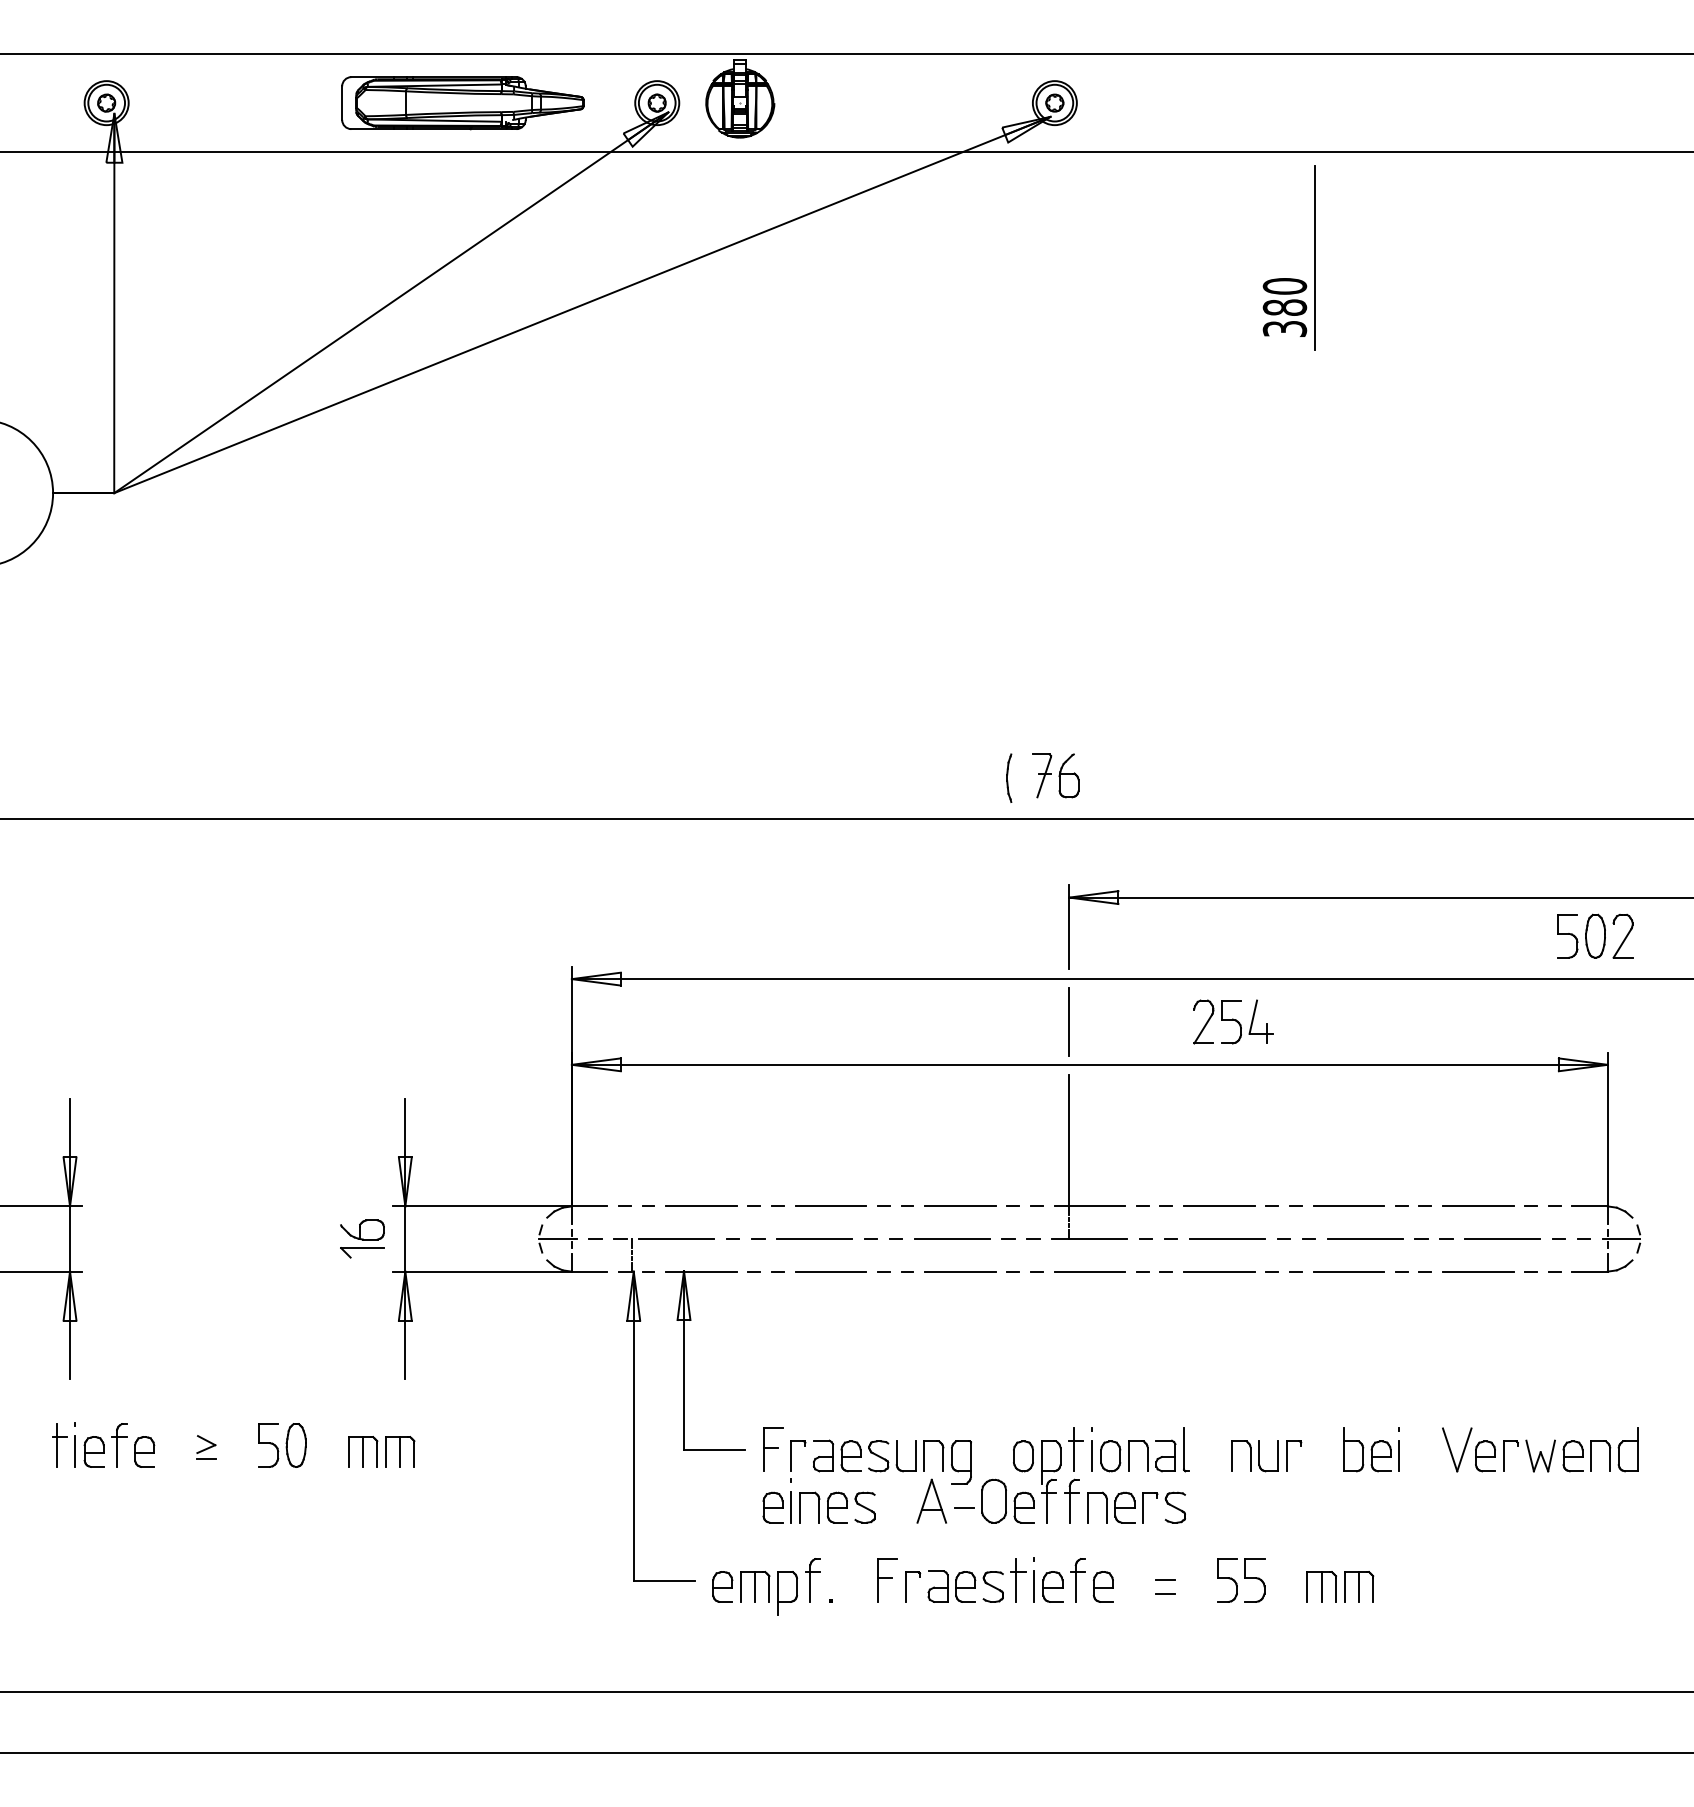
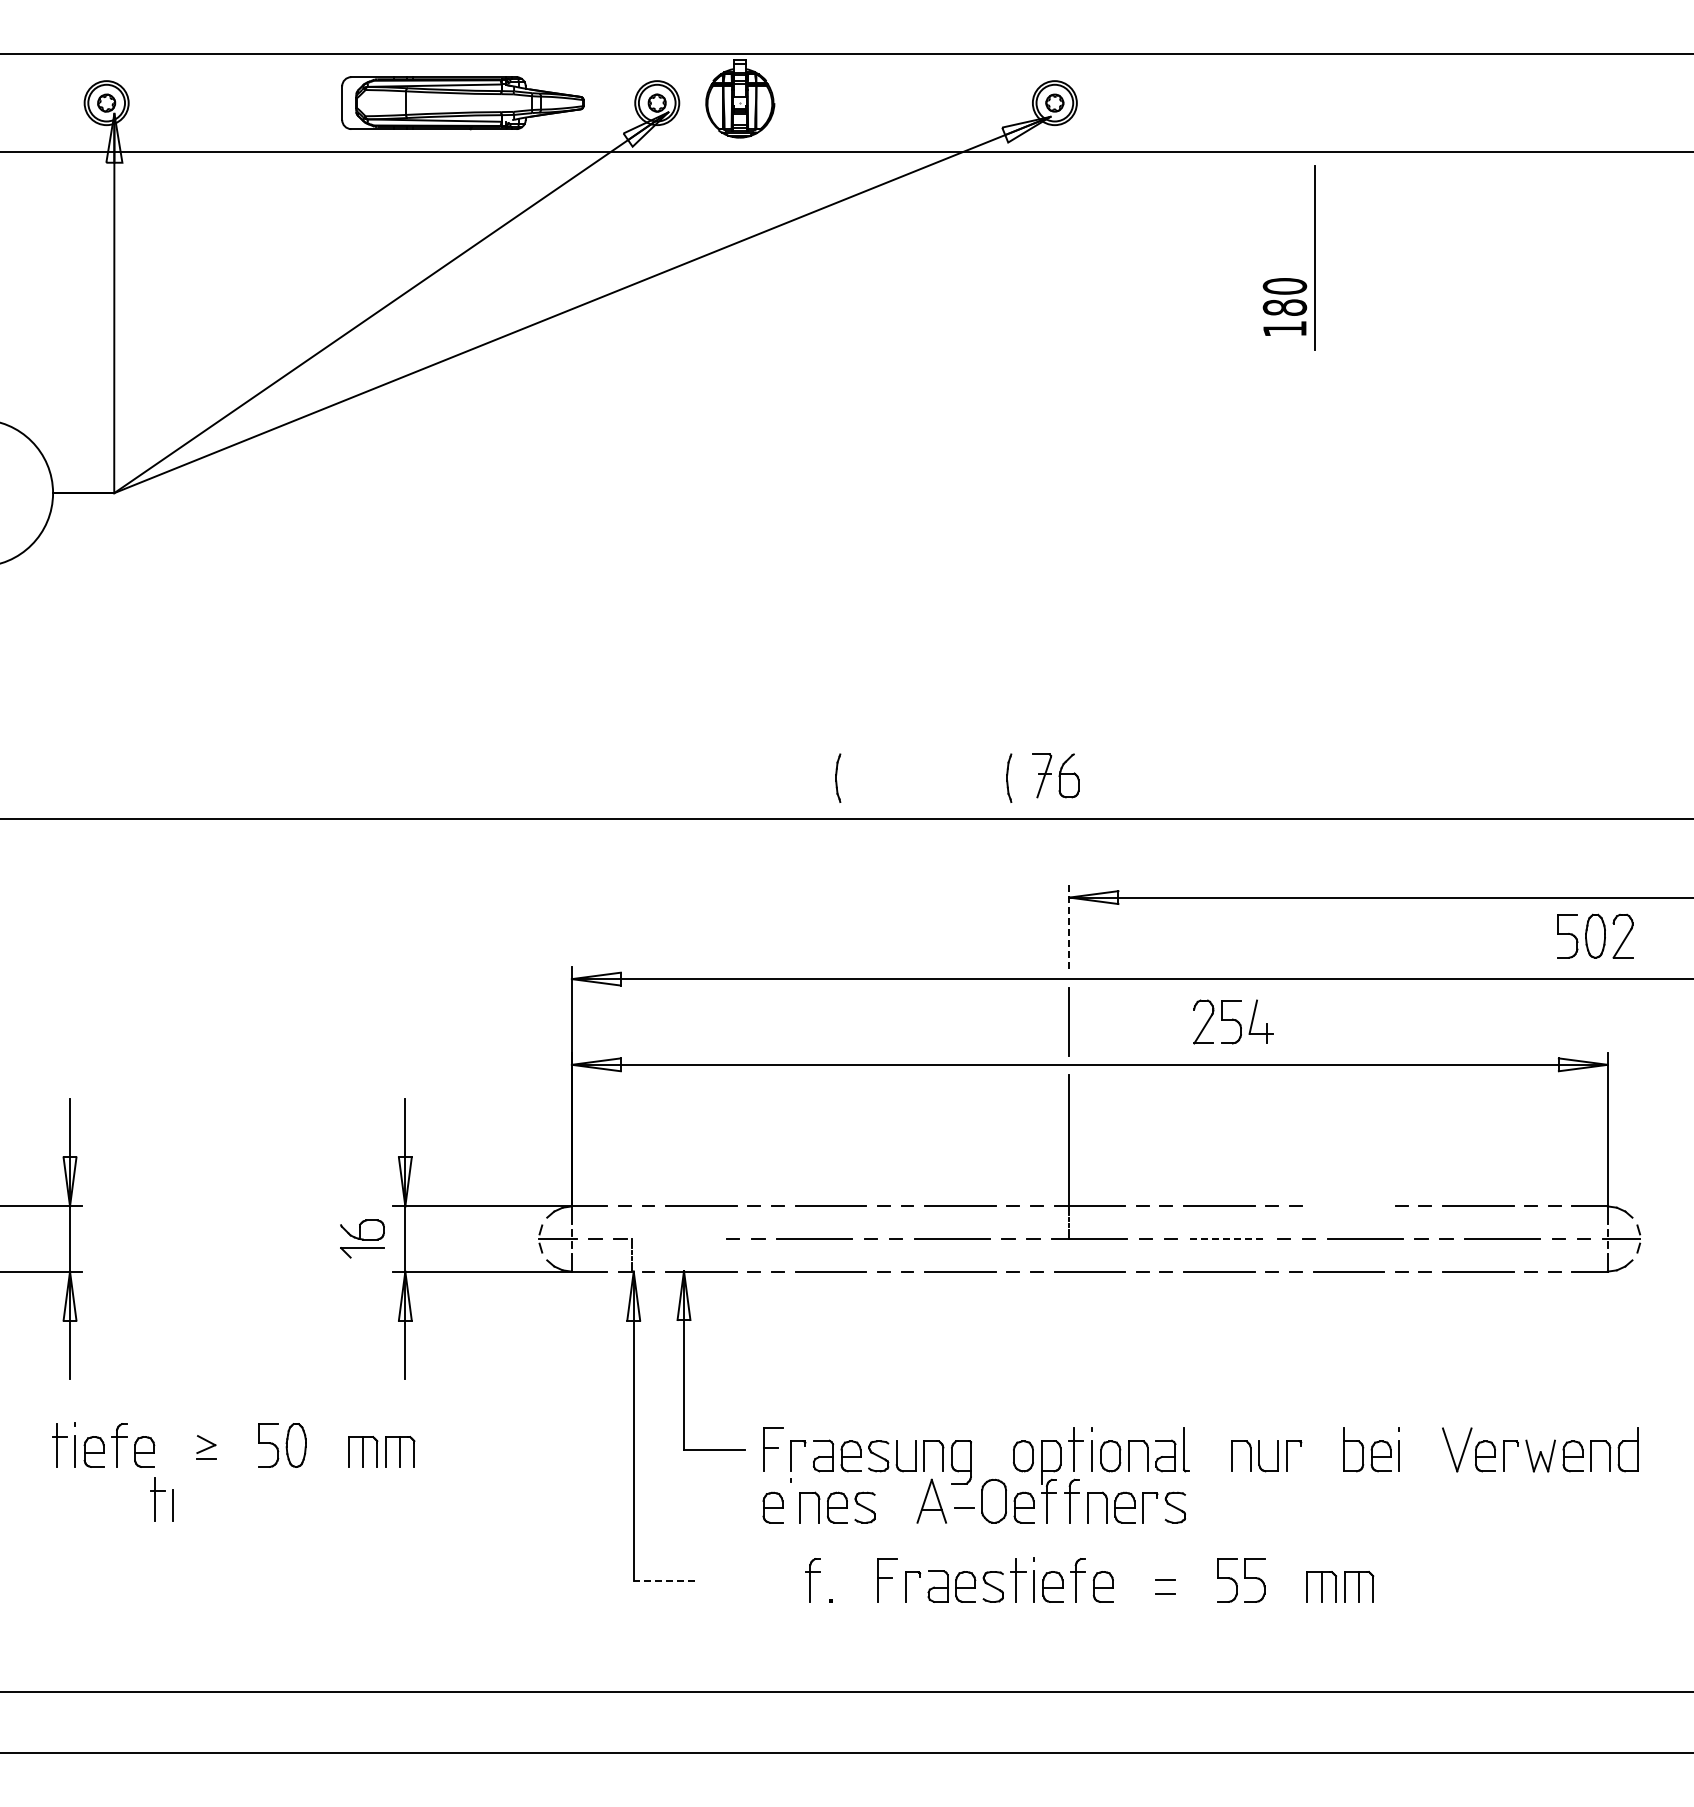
text at (1284, 328): 380 -> 180
part at (838, 777): none -> present
line at (1069, 926): solid -> dashed
line at (1348, 1206): present -> none
line at (676, 1239): present -> none
line at (1227, 1239): solid -> dashed
part at (161, 1499): none -> present
line at (791, 1507): present -> none
line at (664, 1580): solid -> dashed
part at (754, 1593): present -> none
